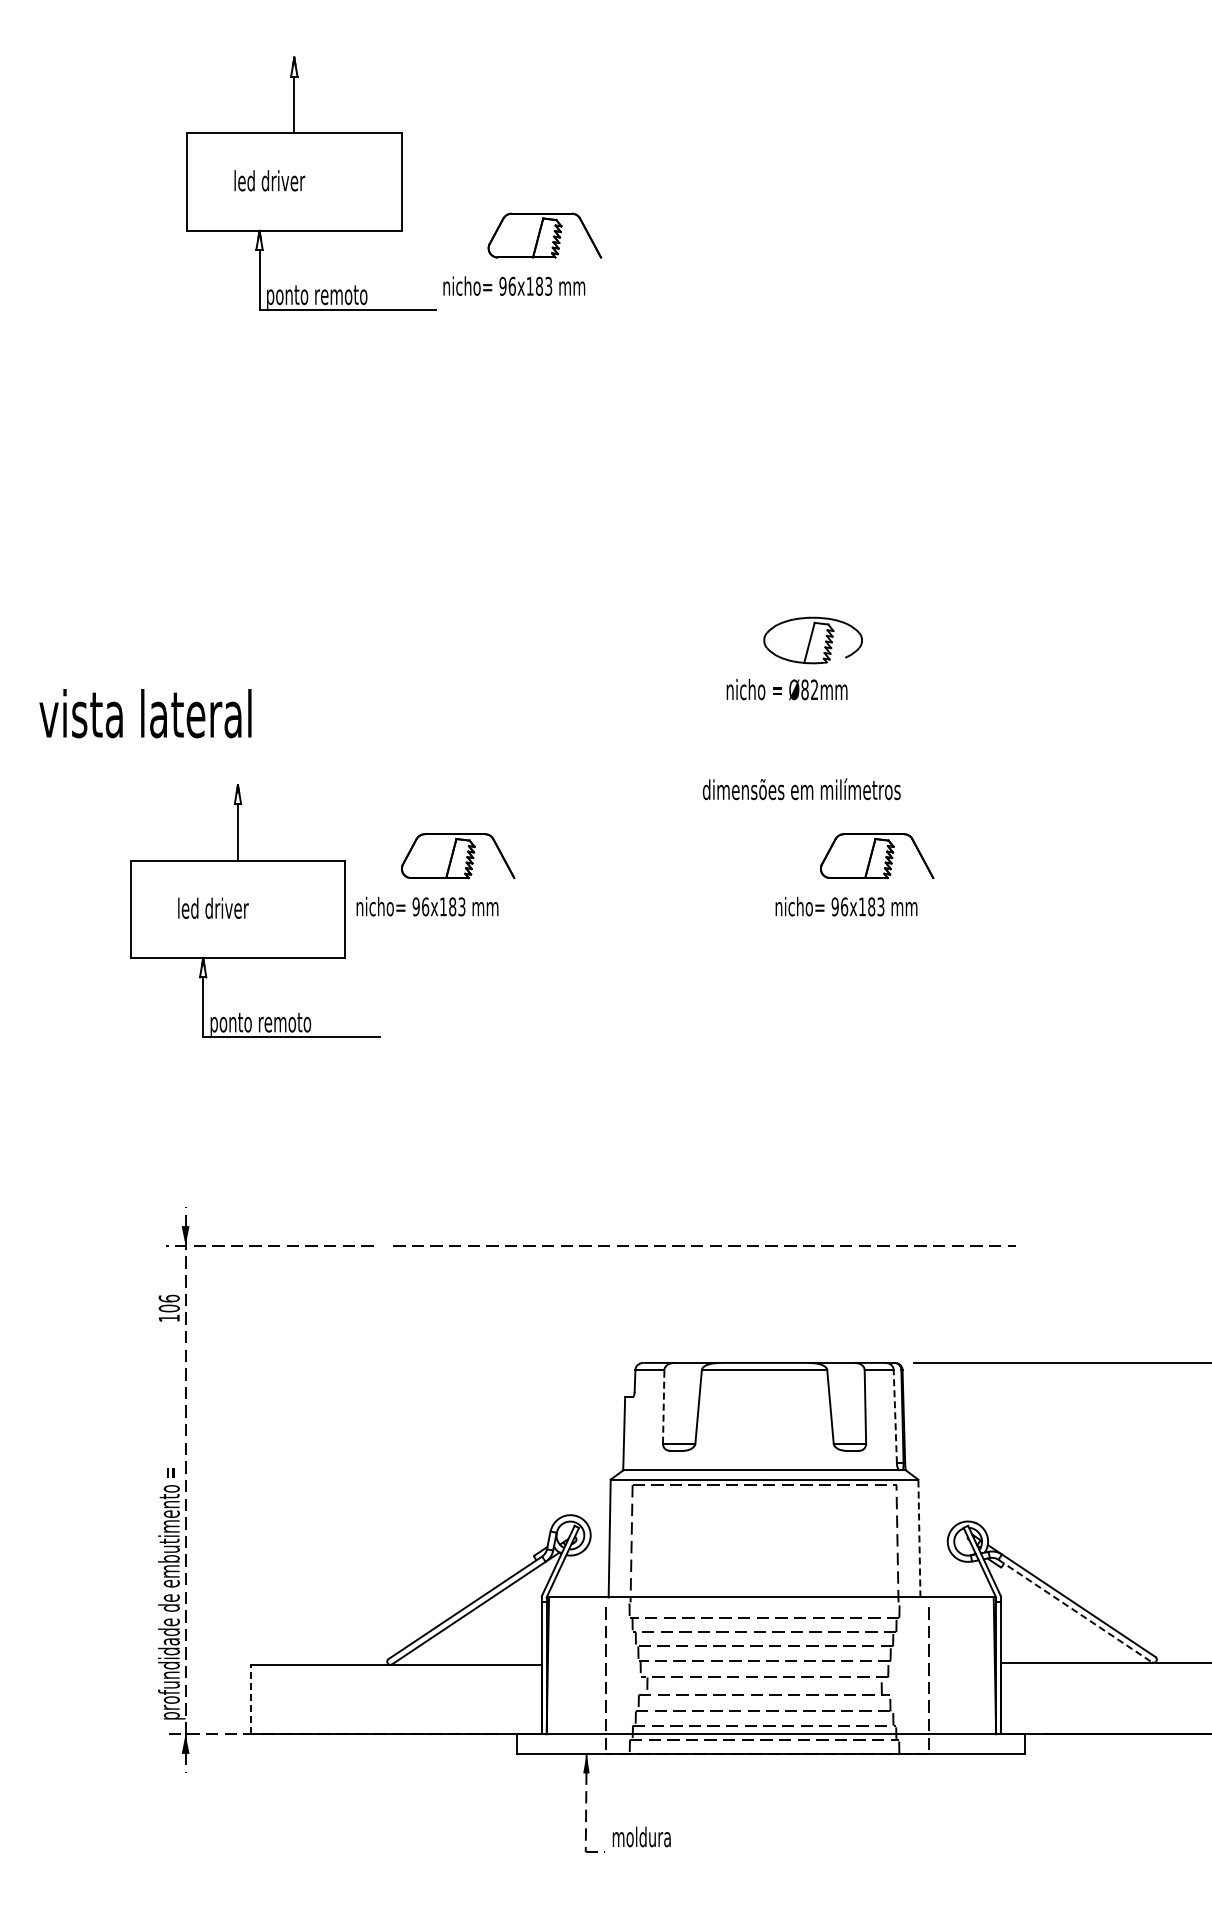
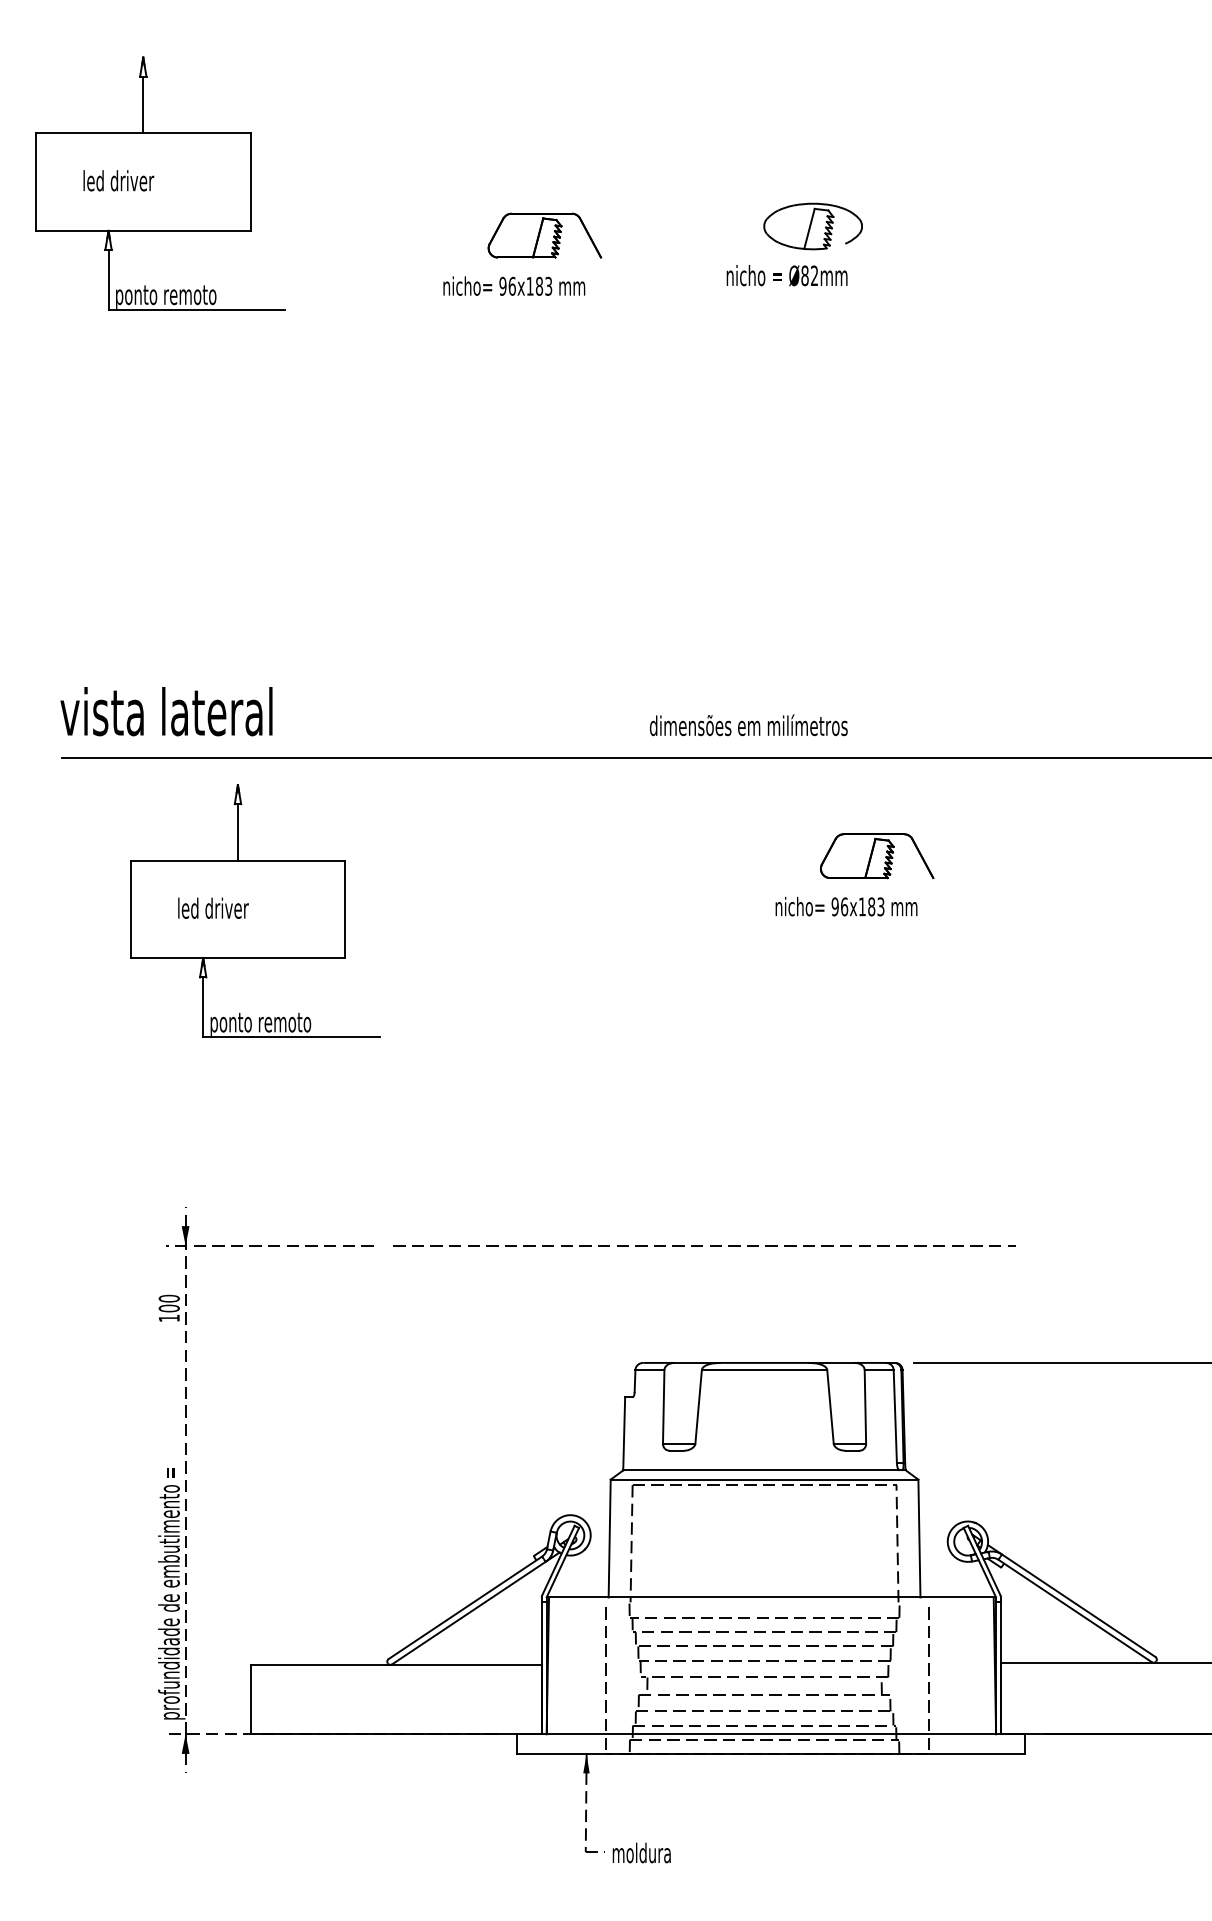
part at (311, 183) position: (311, 183) -> (160, 183)
part at (794, 658) position: (794, 658) -> (794, 244)
text at (145, 713) position: (145, 713) -> (166, 711)
line at (634, 757): none -> present
text at (801, 789) position: (801, 789) -> (748, 725)
part at (435, 874): present -> none
text at (168, 1298): 106 -> 100
line at (663, 1406): dashed -> solid
line at (895, 1416): dashed -> solid
line at (919, 1538): dashed -> solid
line at (1075, 1611): dashed -> solid
line at (251, 1699): dashed -> solid
text at (641, 1836) position: (641, 1836) -> (641, 1852)
